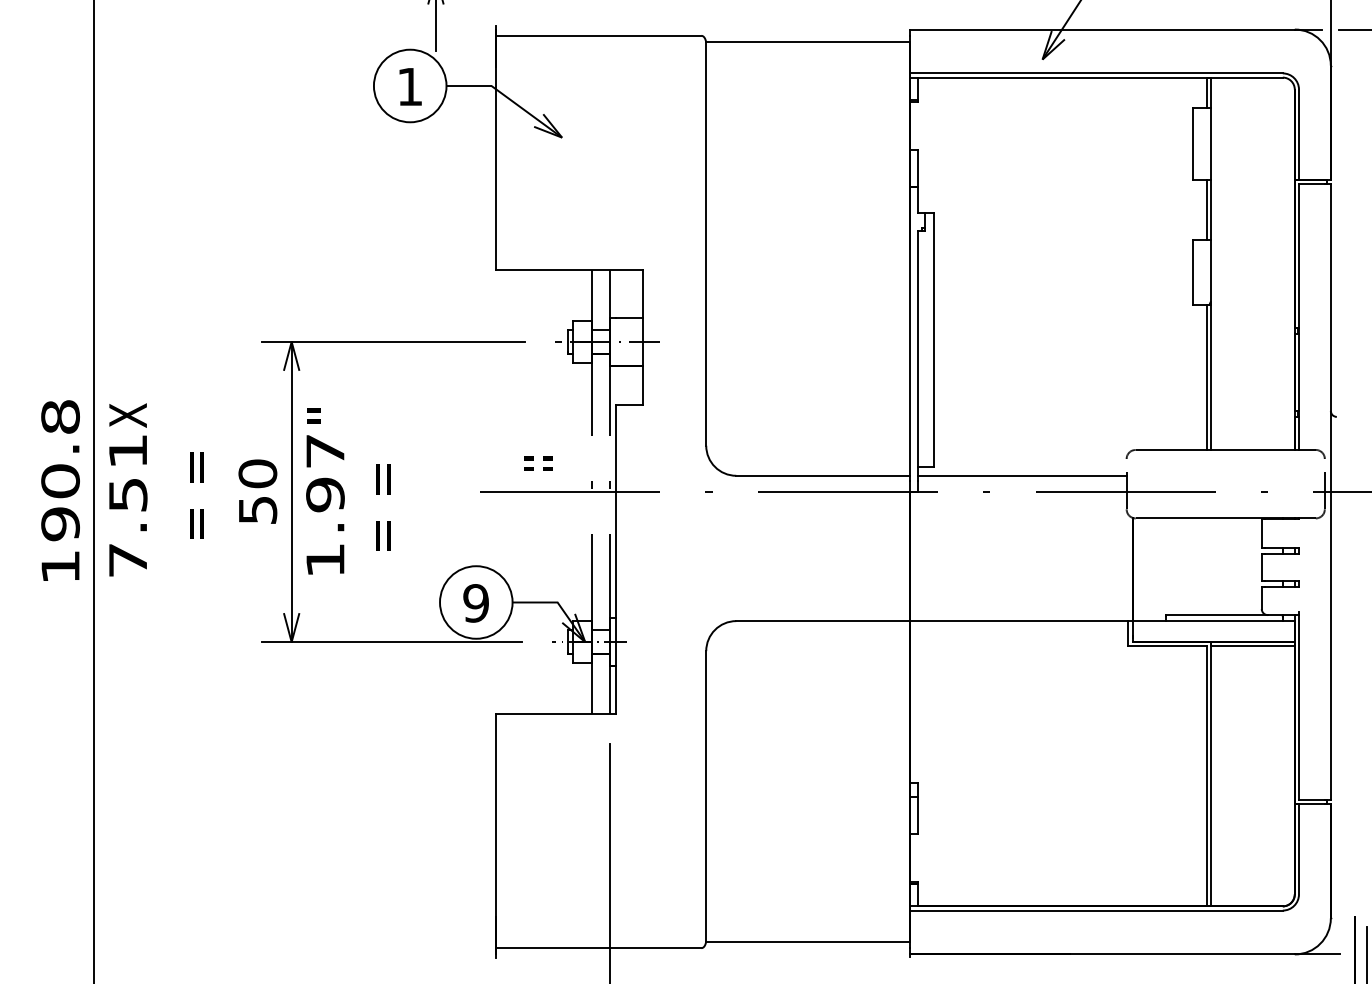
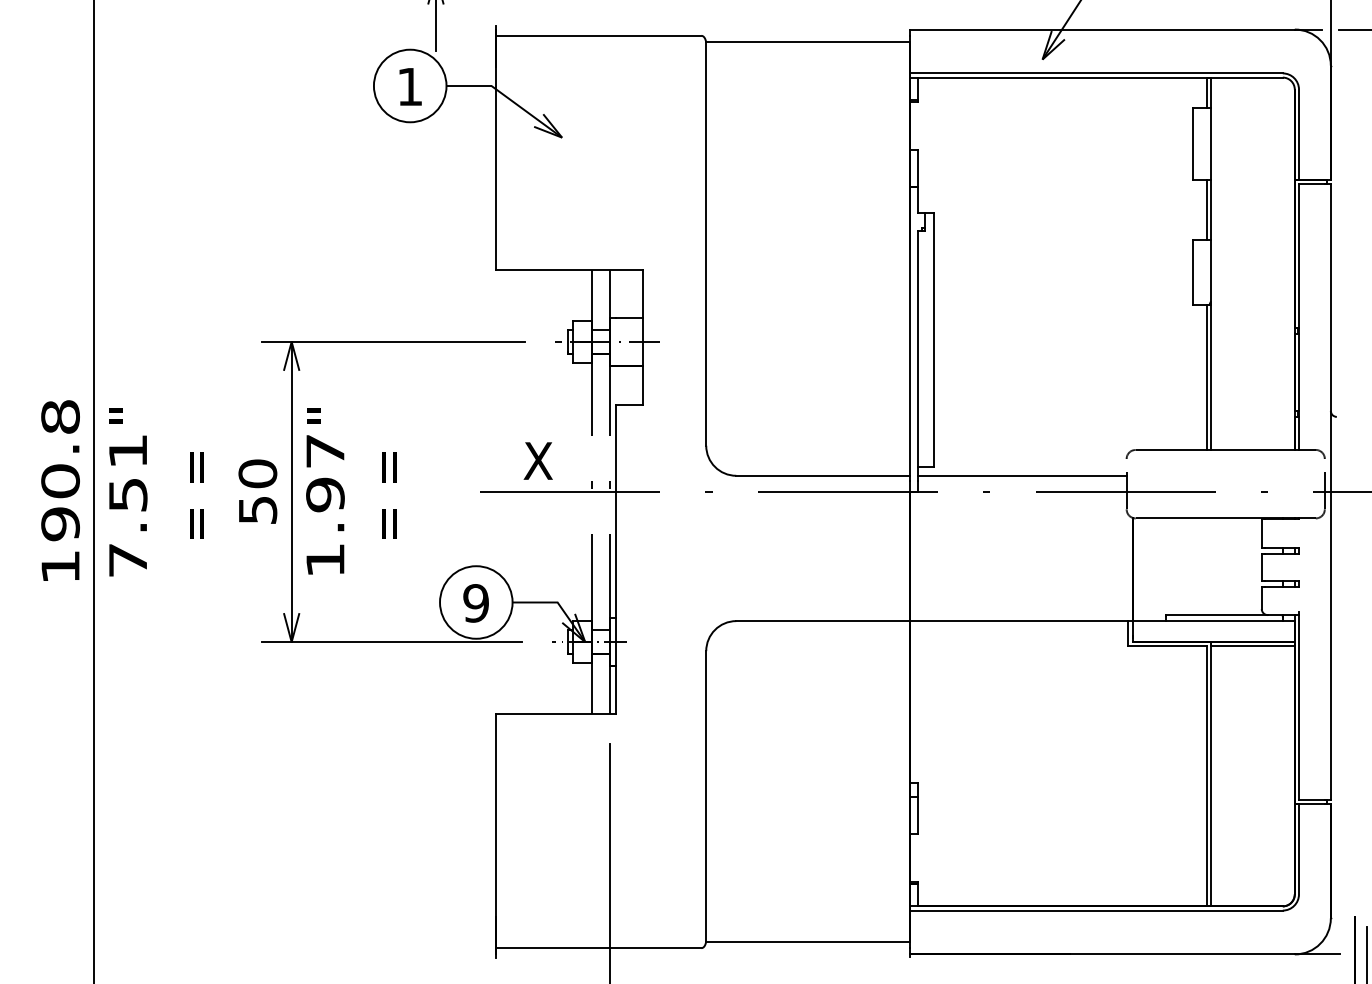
text at (127, 415): X -> "
text at (537, 460): = = -> X
text at (383, 507) position: (383, 507) -> (389, 495)
